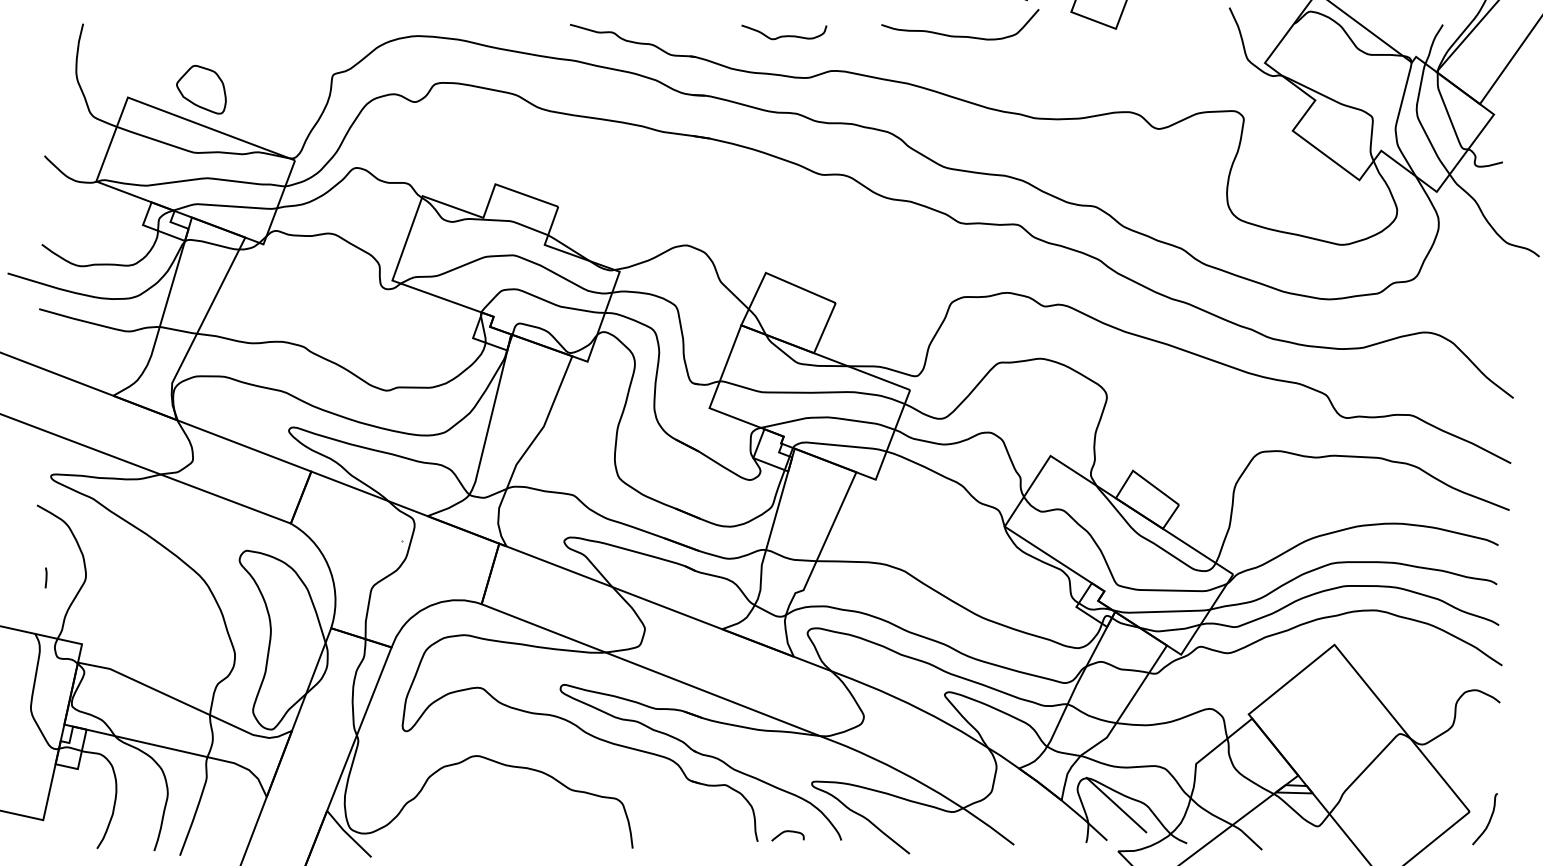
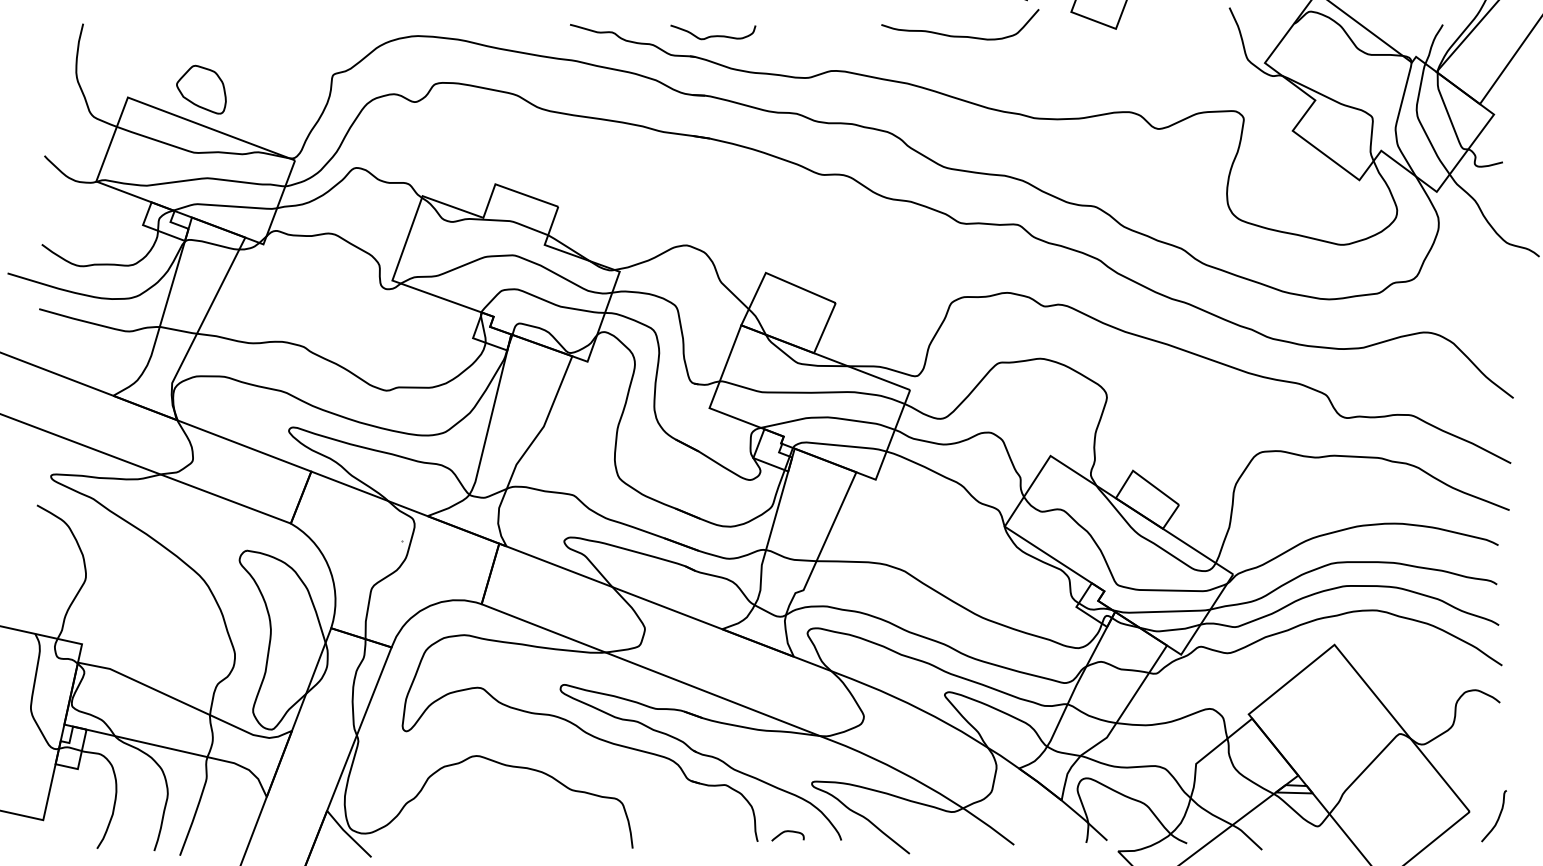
curve at (784, 35) position: (784, 35) -> (713, 35)
line at (45, 577): present -> none
line at (1116, 804): present -> none
curve at (1488, 821) position: (1488, 821) -> (1497, 818)
